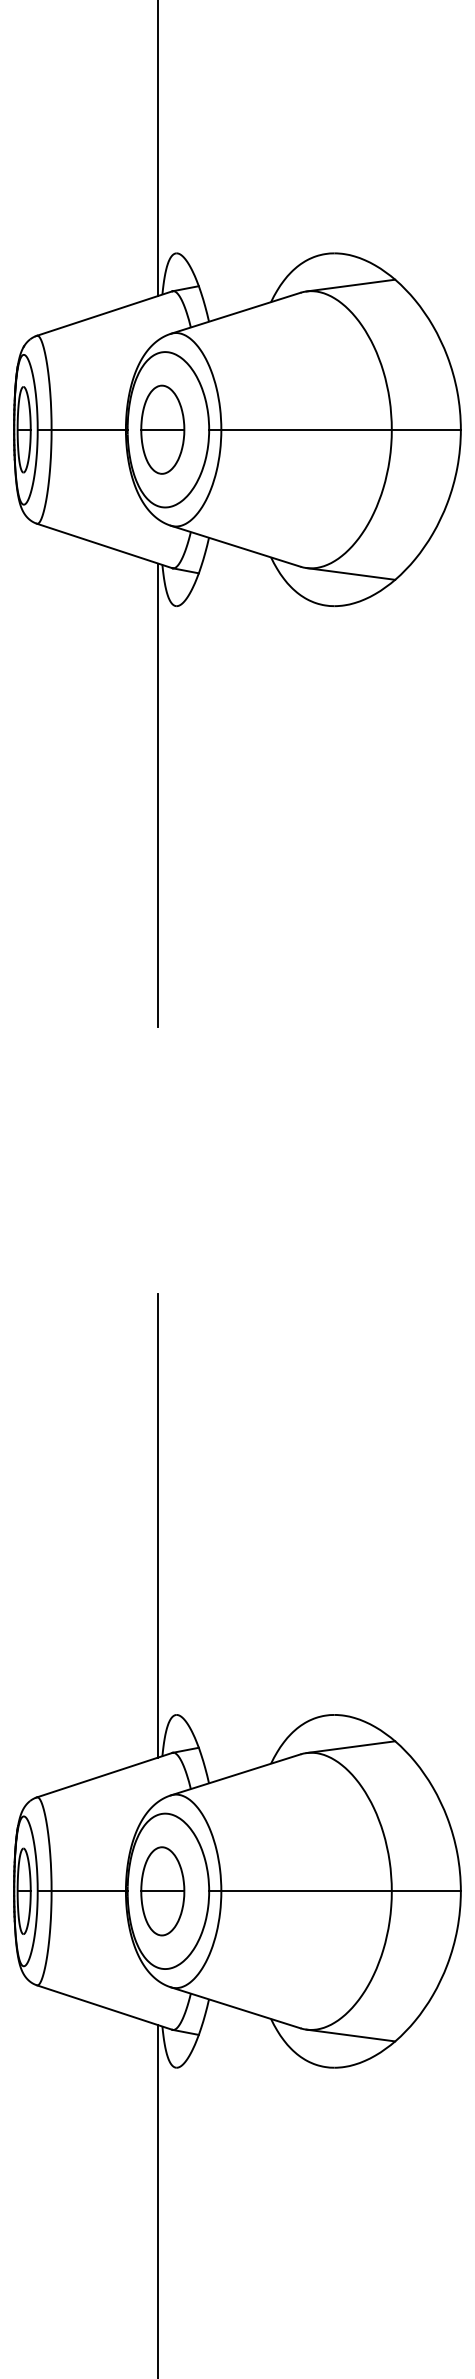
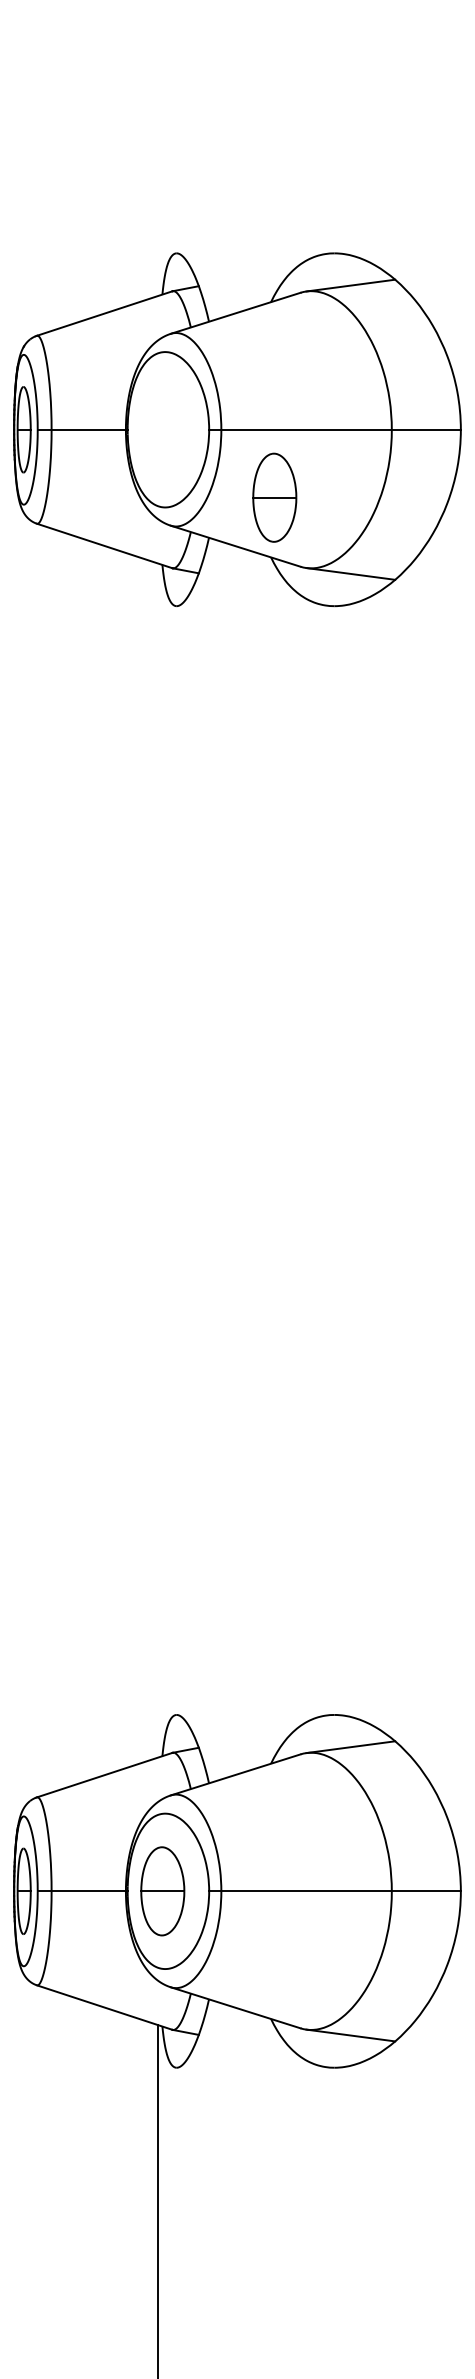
line at (158, 148): present -> none
part at (162, 429) position: (162, 429) -> (274, 497)
line at (158, 794): present -> none
line at (158, 1525): present -> none
